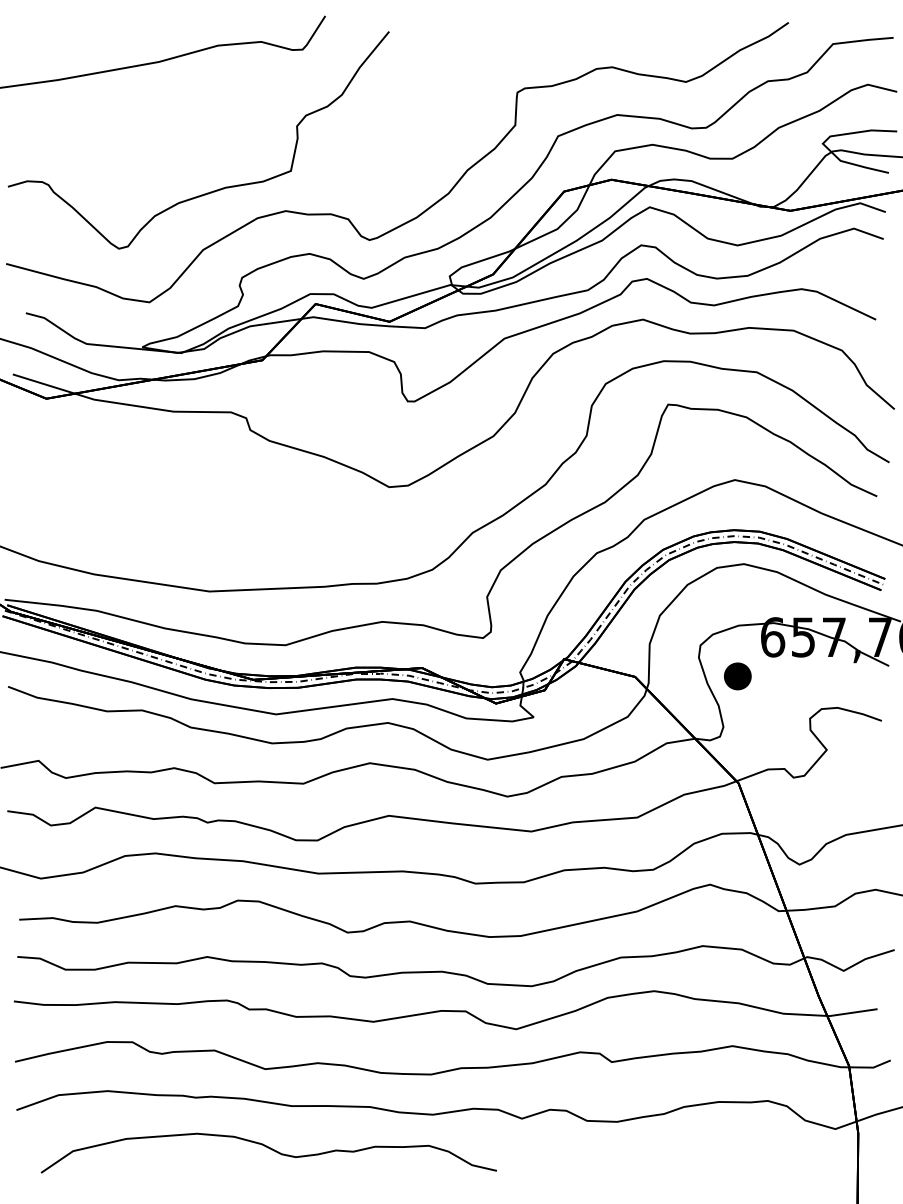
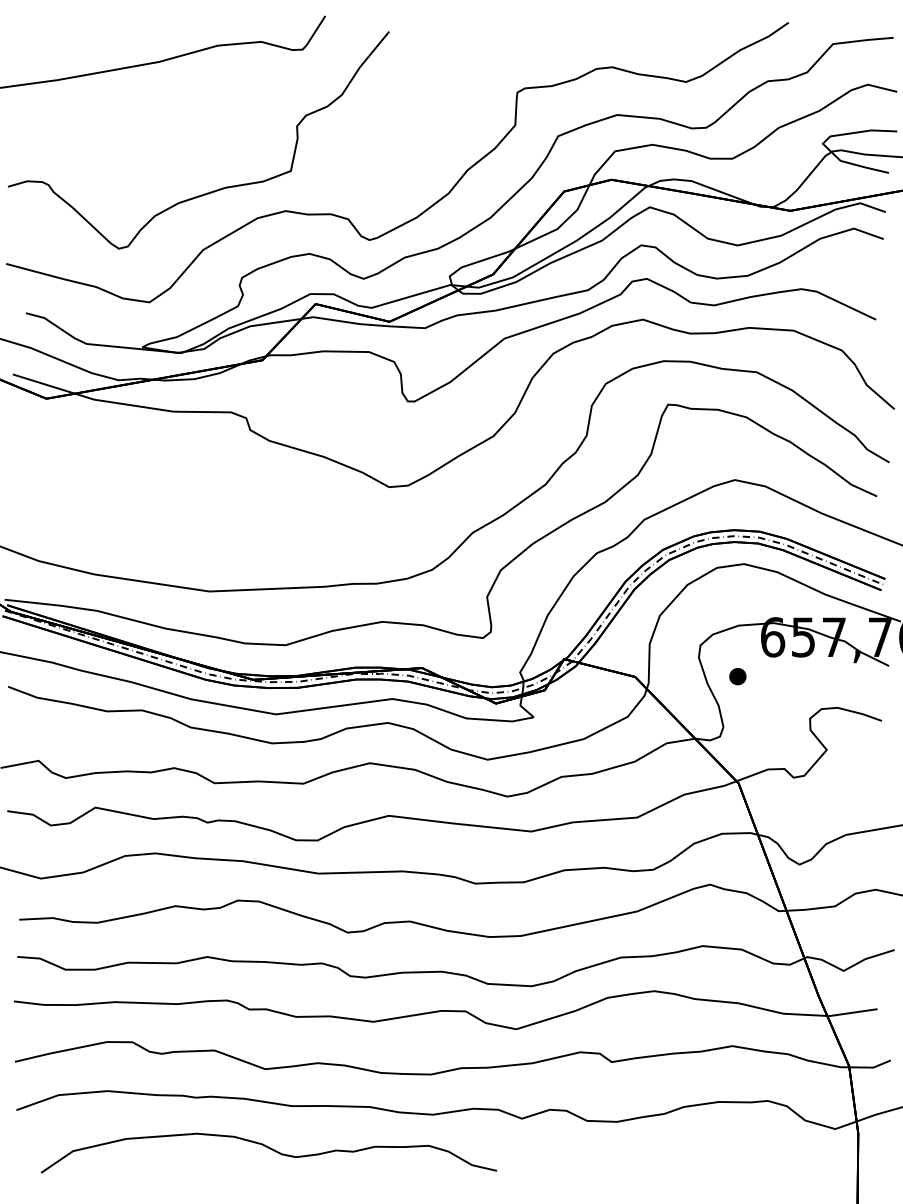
part at (737, 676) size: 28x29 px -> 18x18 px
